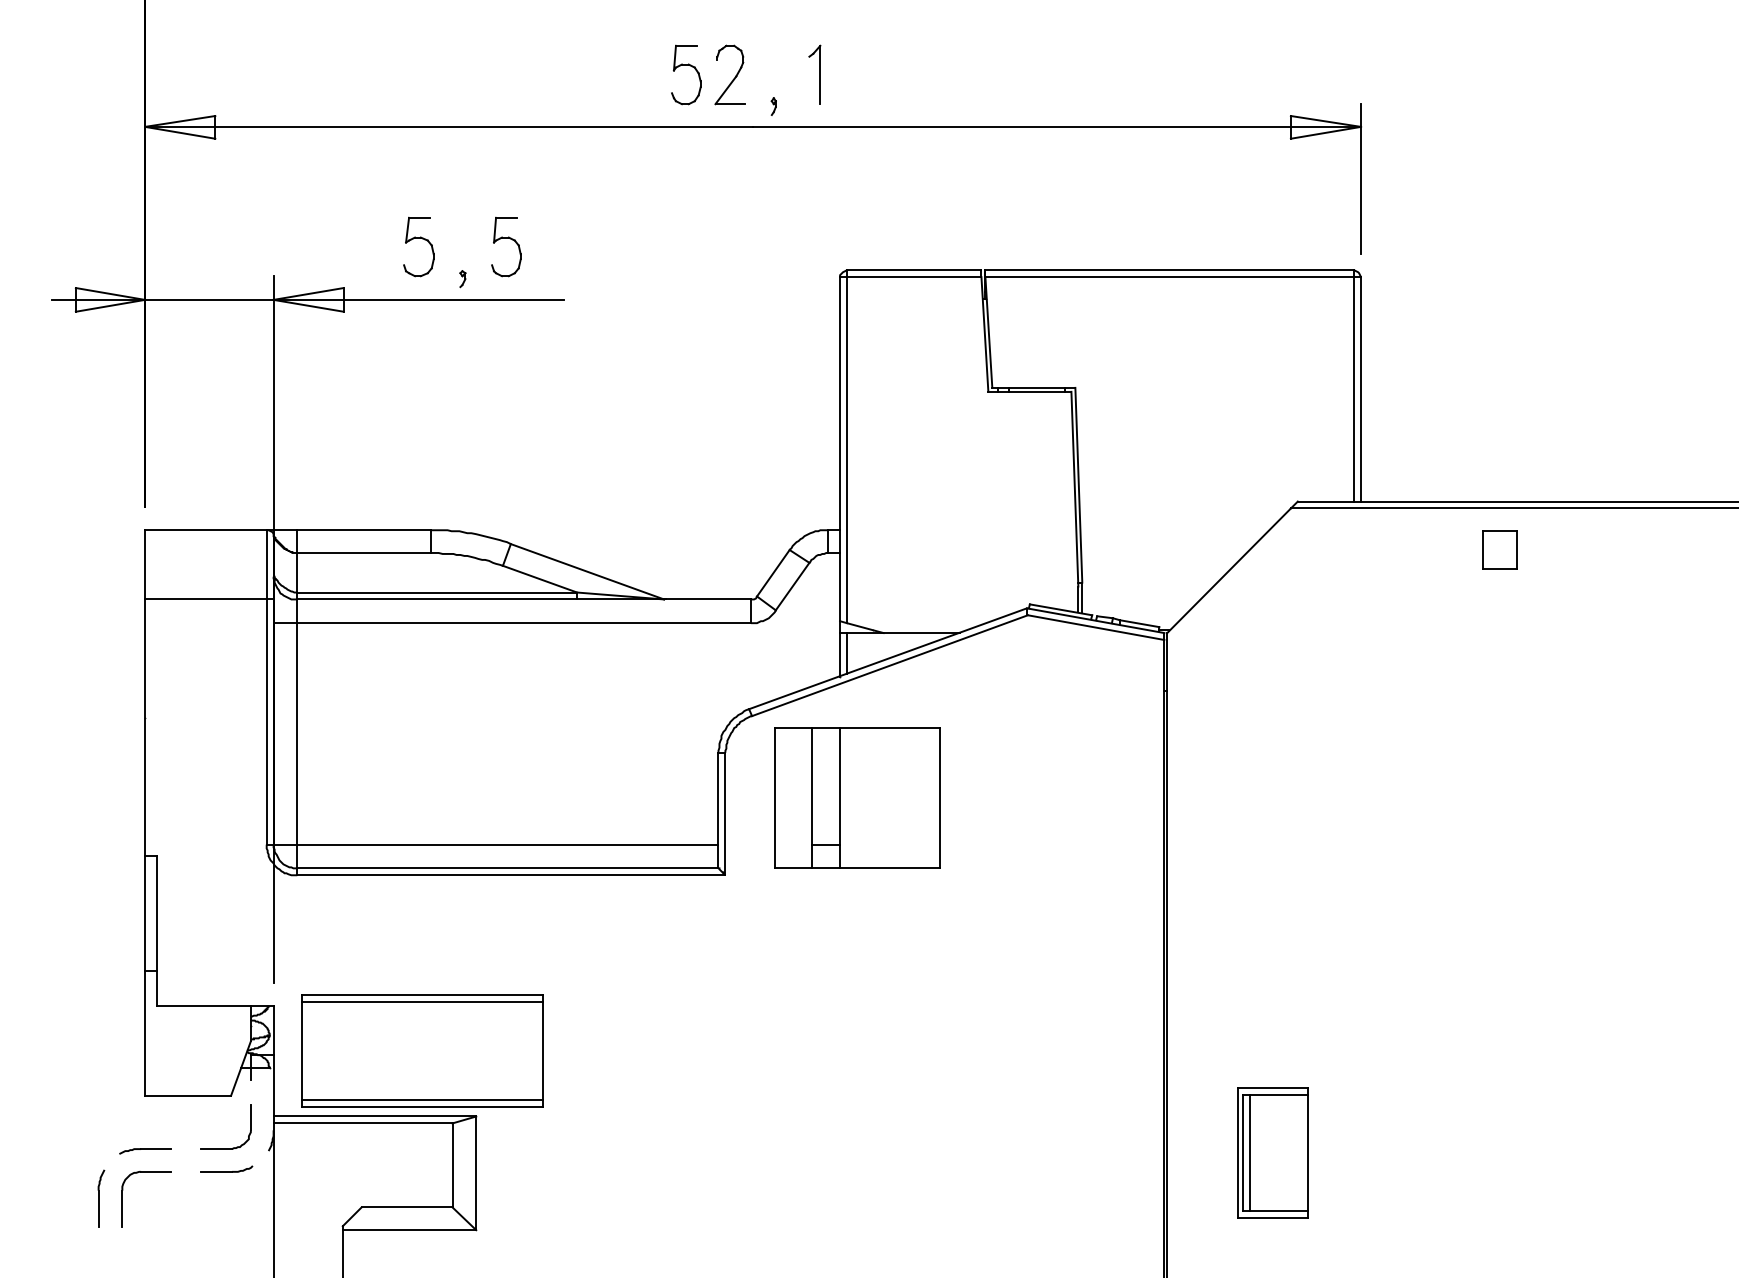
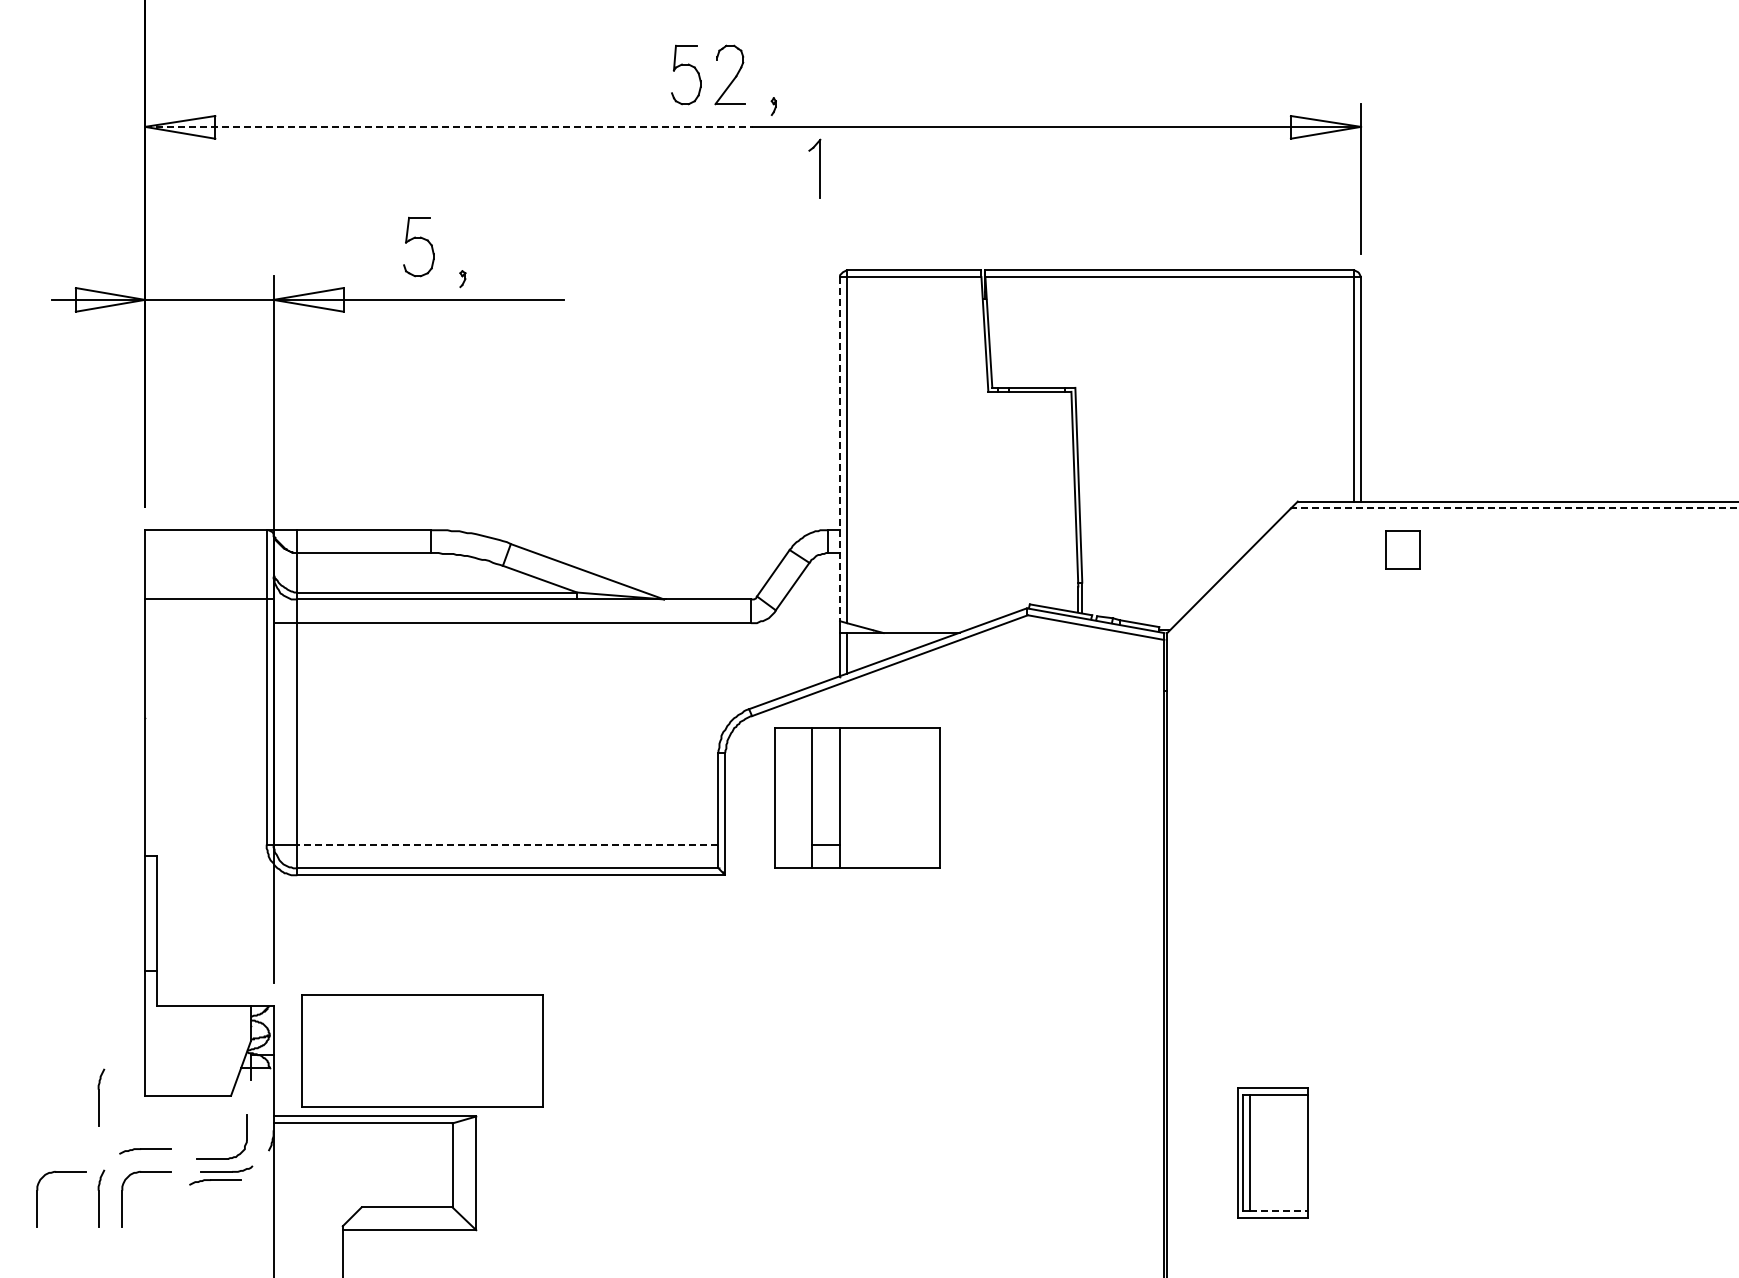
part at (814, 74) position: (814, 74) -> (814, 168)
line at (449, 126): solid -> dashed
part at (506, 238): present -> none
line at (840, 449): solid -> dashed
line at (1514, 508): solid -> dashed
part at (1499, 549) position: (1499, 549) -> (1402, 549)
line at (507, 844): solid -> dashed
line at (422, 1001): present -> none
part at (101, 1097): none -> present
line at (422, 1099): present -> none
part at (225, 1148) position: (225, 1148) -> (221, 1158)
part at (215, 1182): none -> present
part at (37, 1199): none -> present
line at (1279, 1211): solid -> dashed
